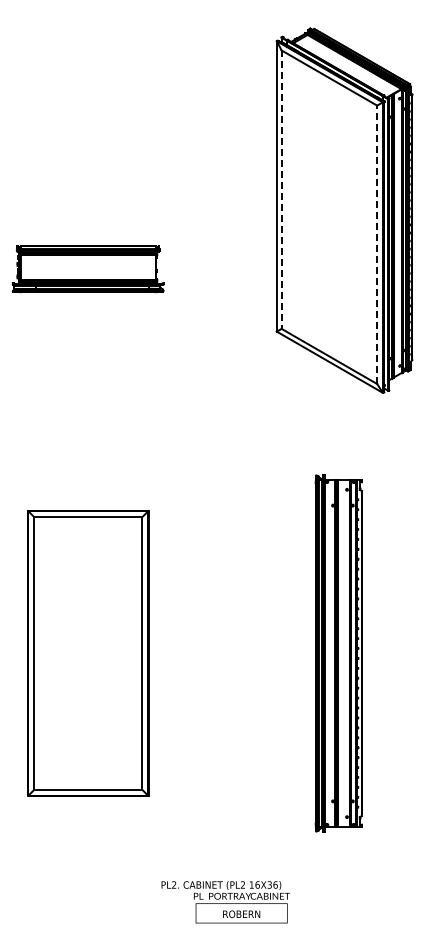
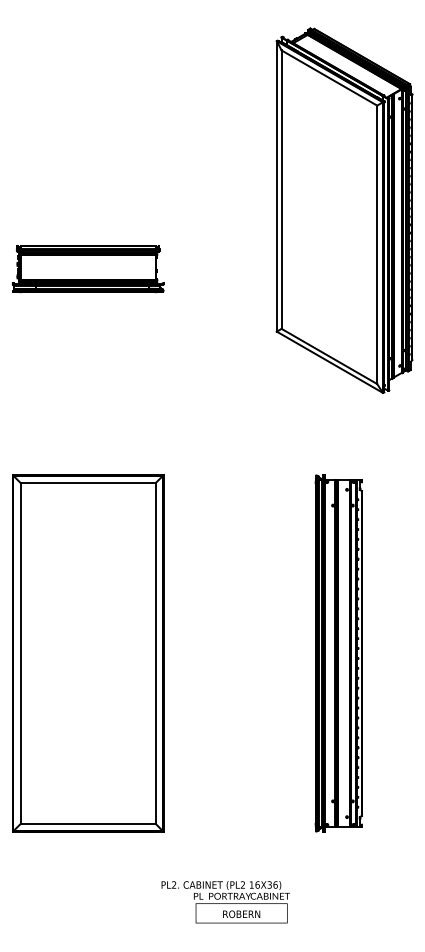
line at (281, 190): dashed -> solid
line at (377, 244): dashed -> solid
part at (88, 653) size: 123x287 px -> 153x359 px
